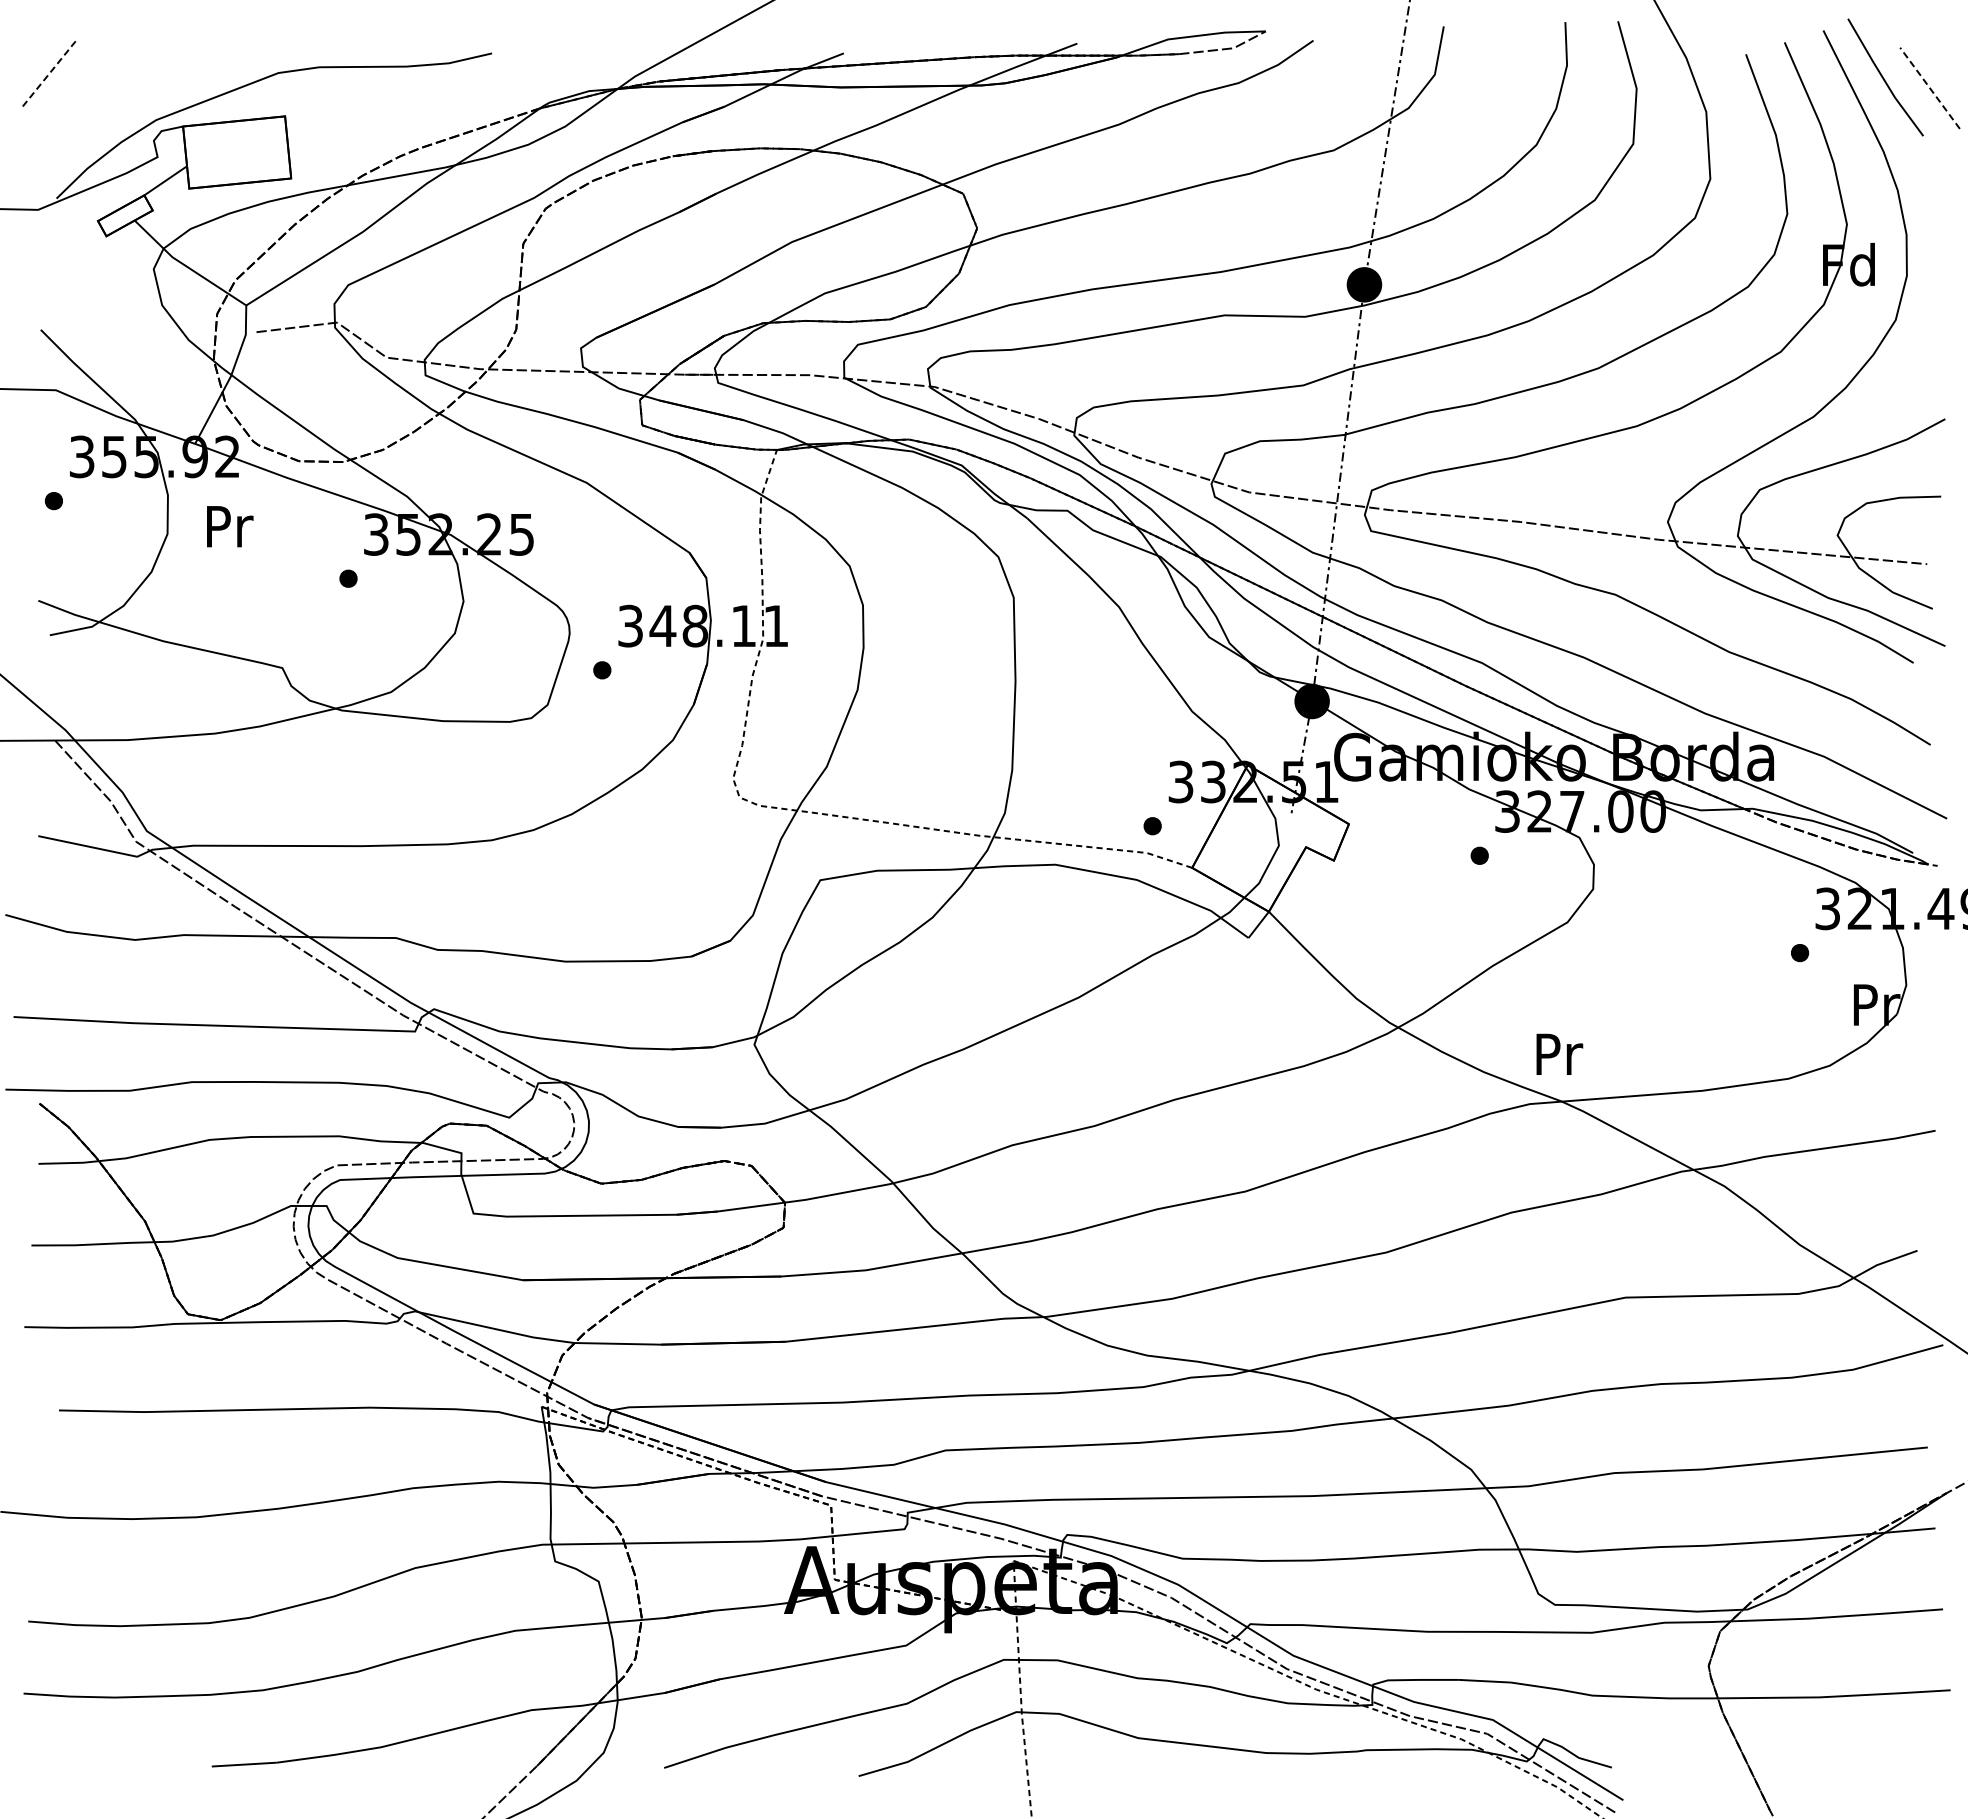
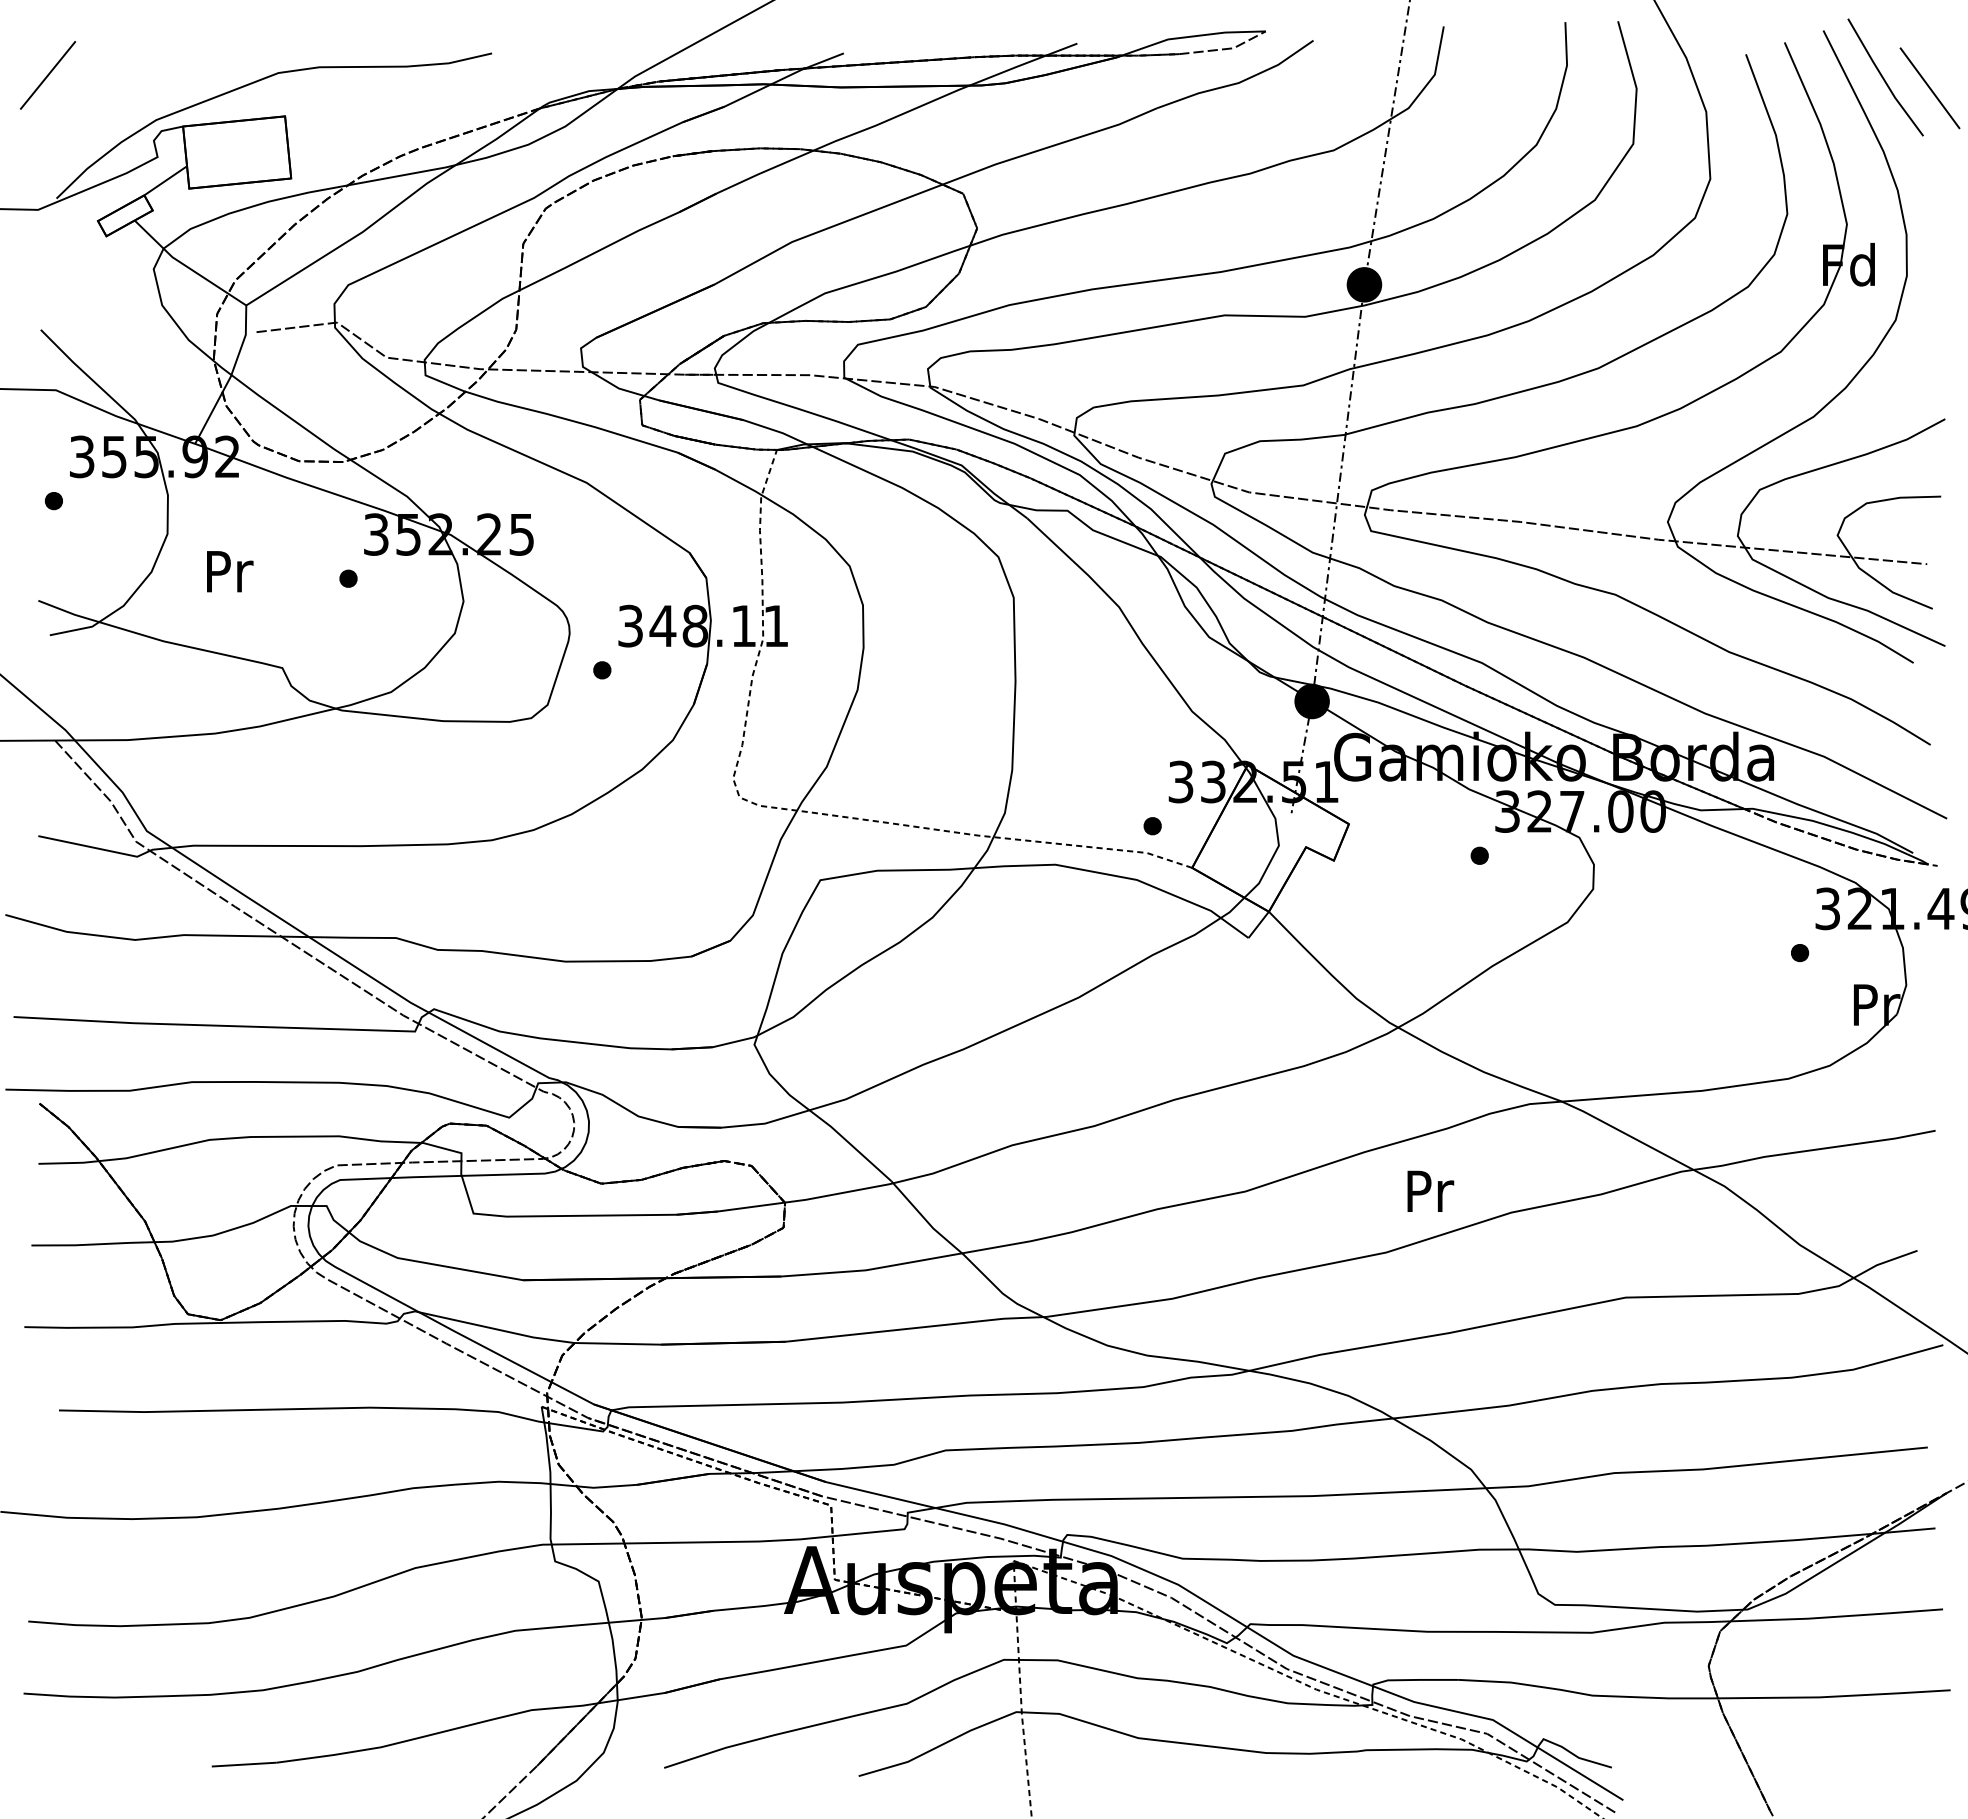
line at (48, 75): dashed -> solid
line at (1929, 87): dashed -> solid
text at (230, 526) position: (230, 526) -> (230, 571)
text at (1559, 1053) position: (1559, 1053) -> (1430, 1190)
